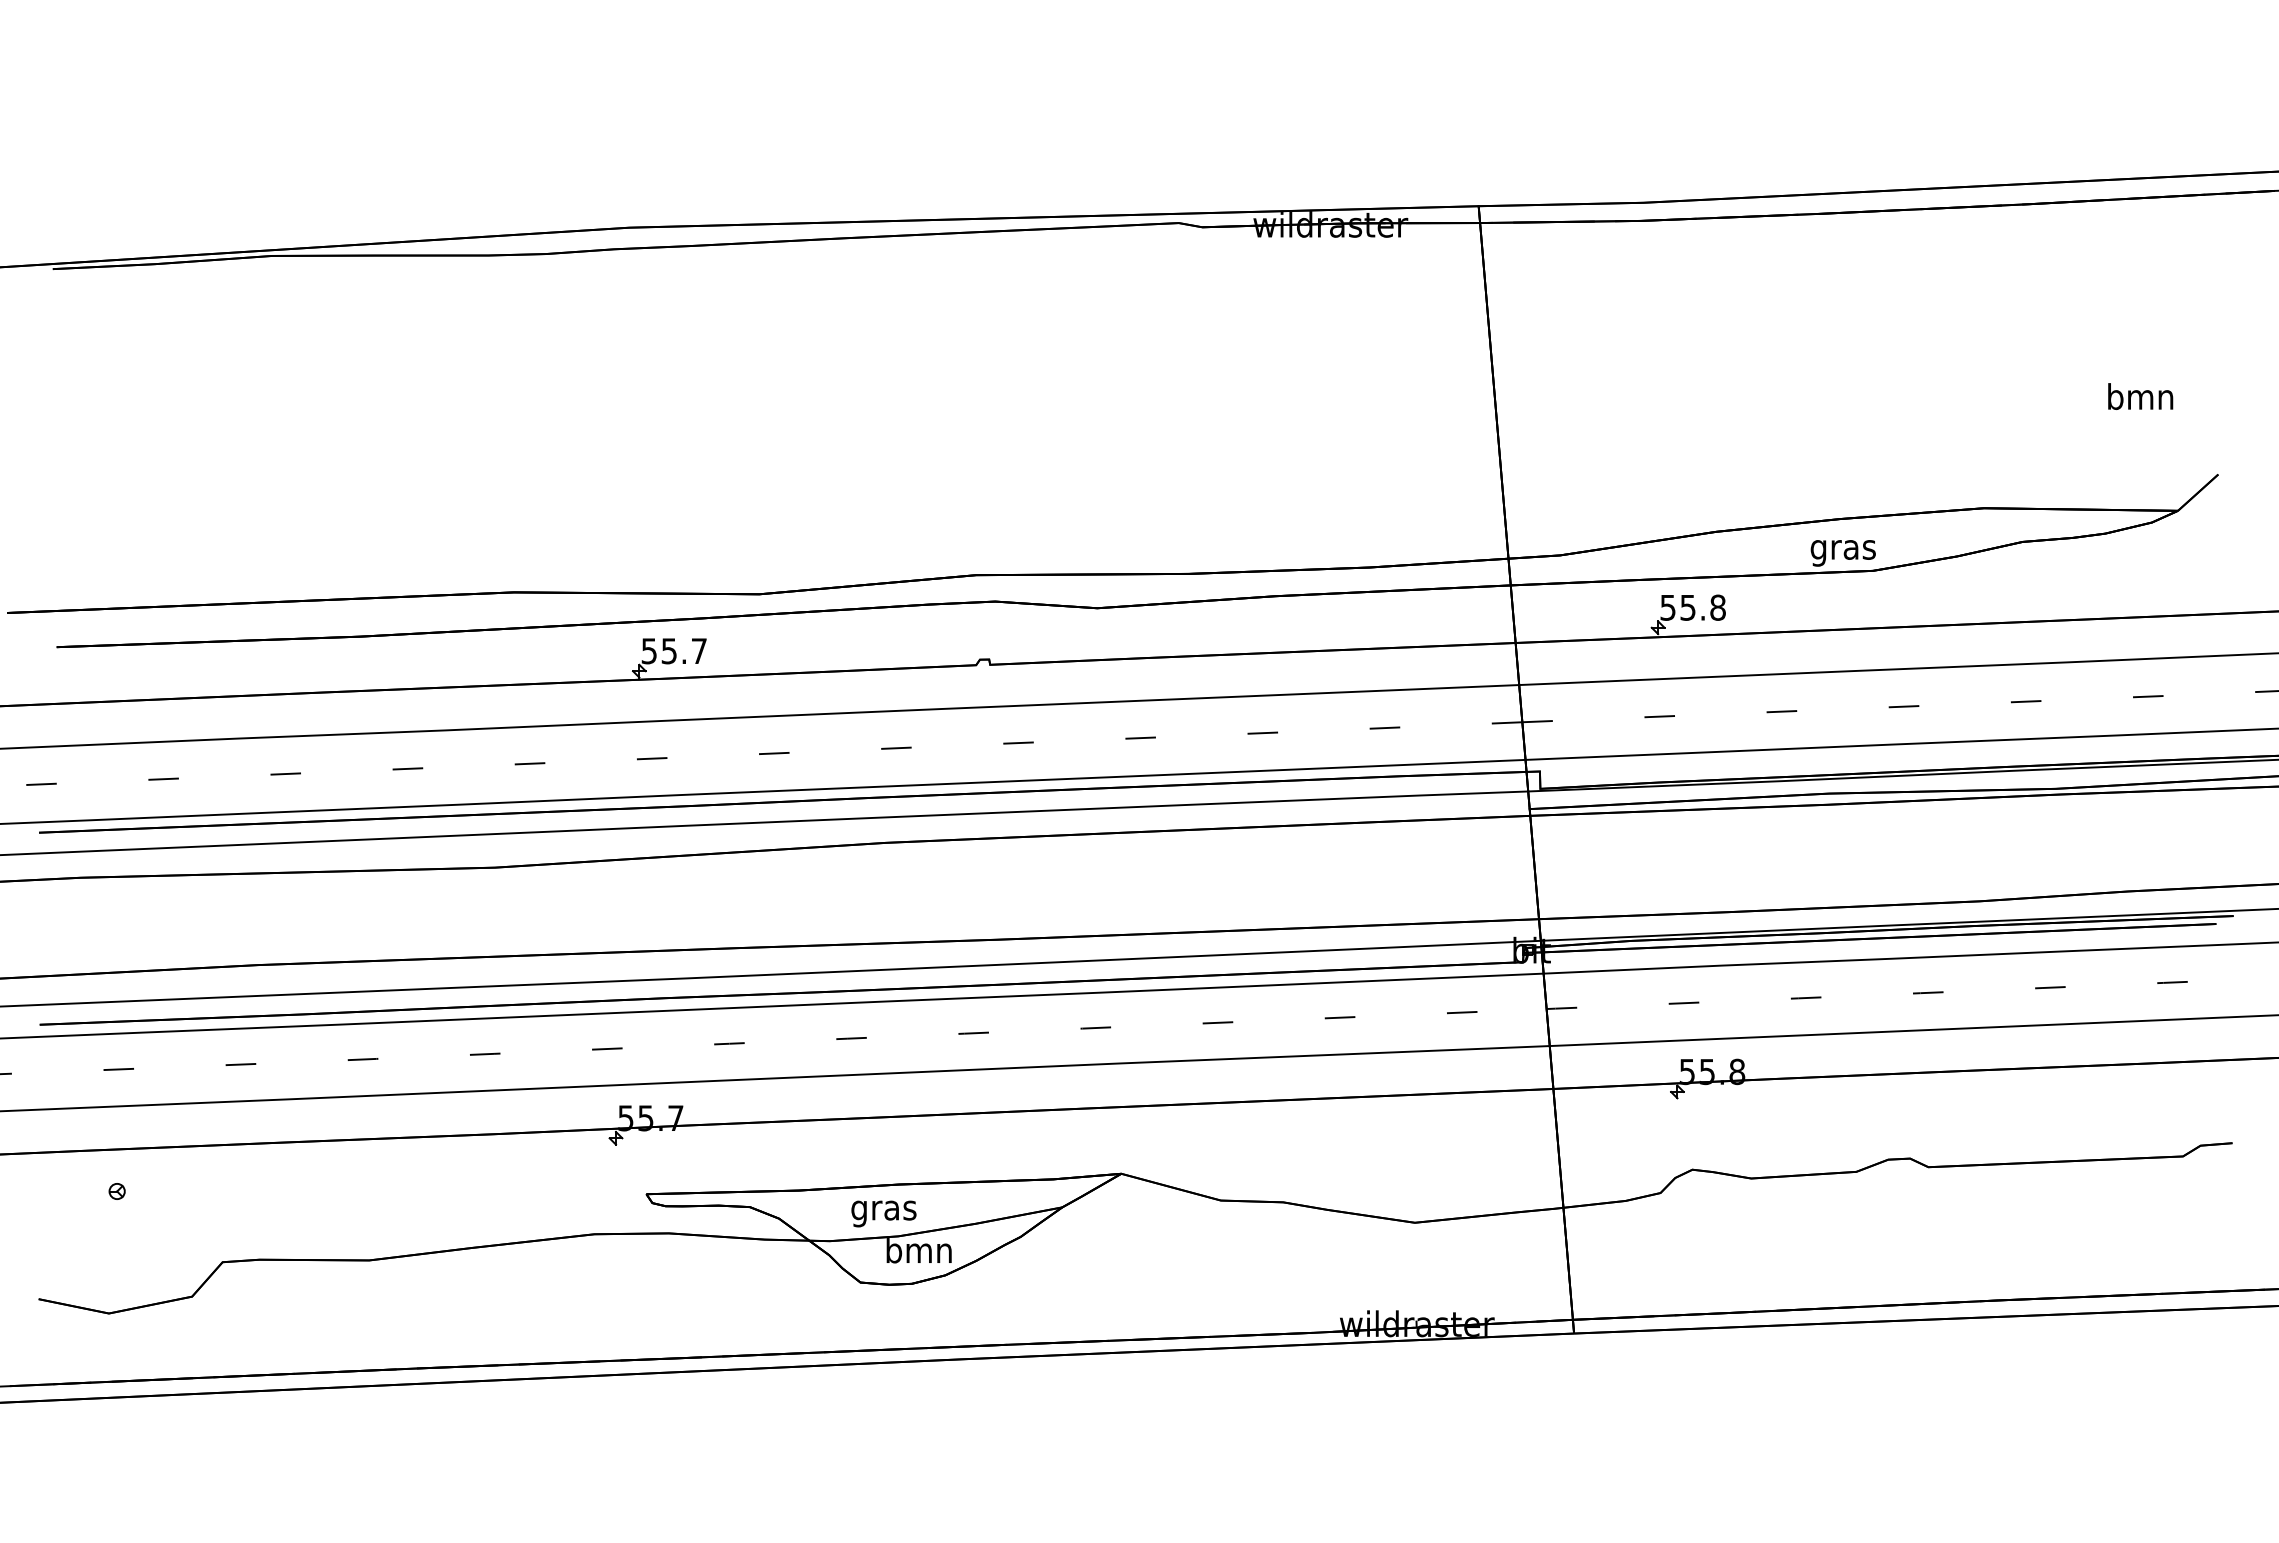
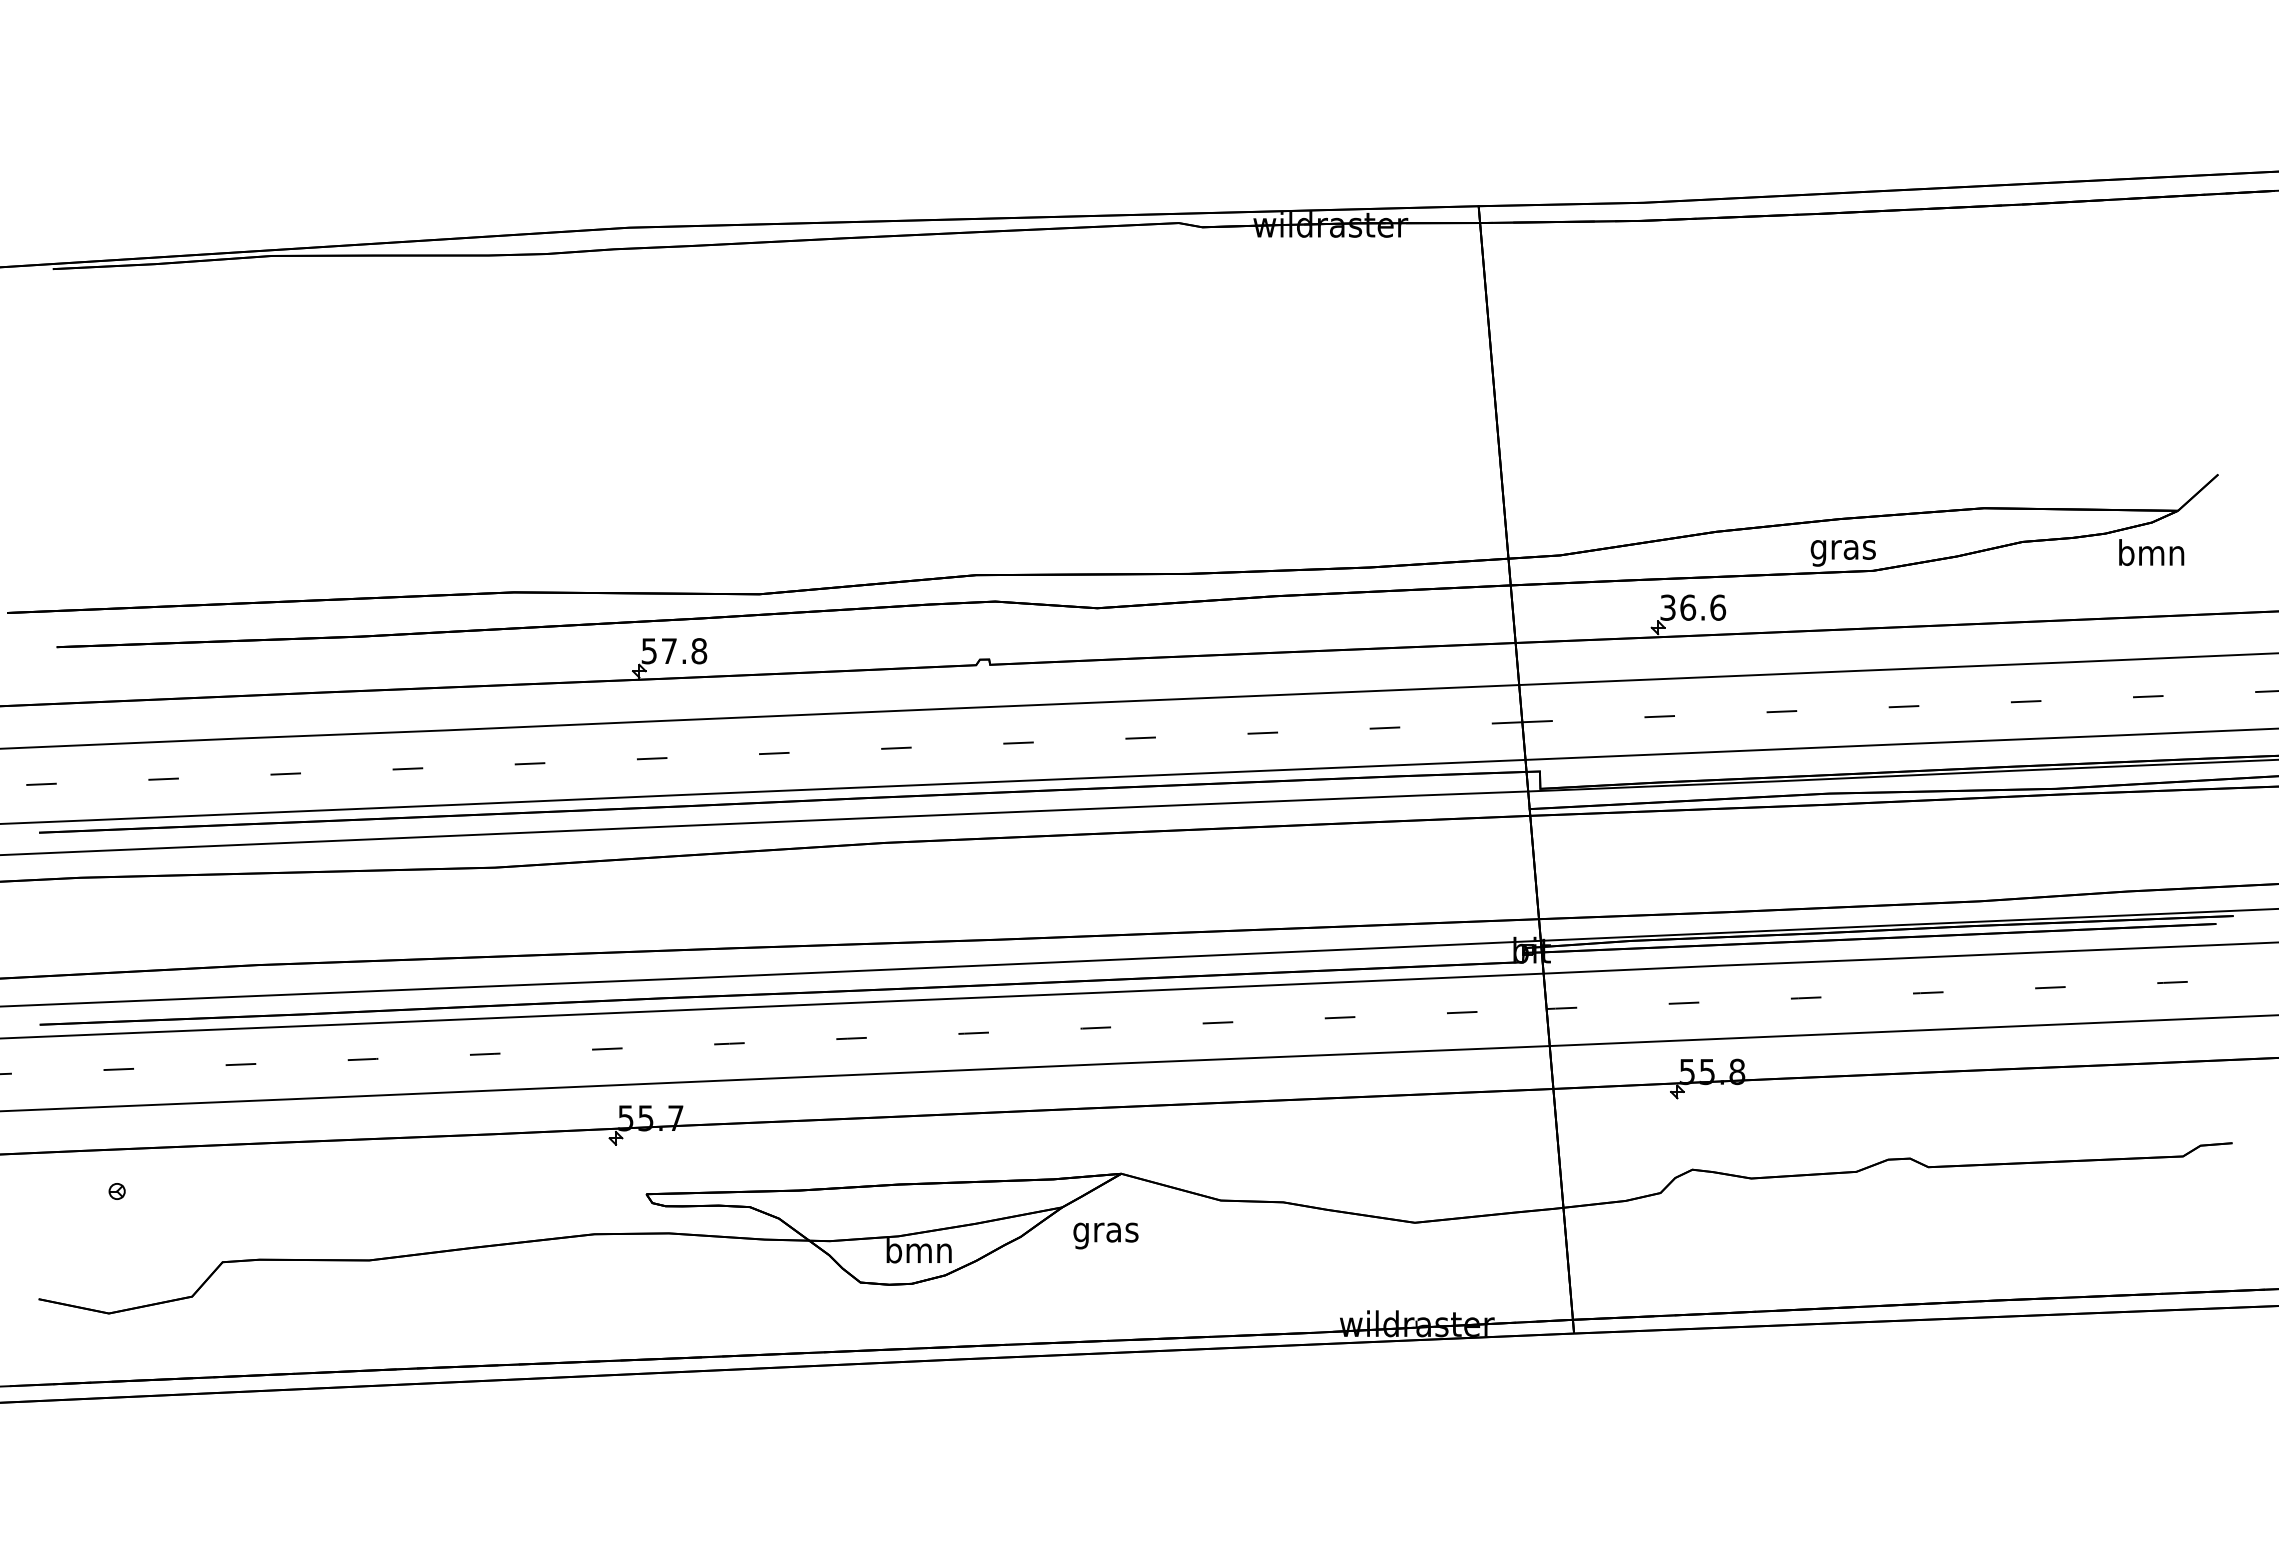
text at (2140, 396) position: (2140, 396) -> (2151, 552)
text at (1693, 607): 55.8 -> 36.6
text at (684, 651): 55.7 -> 57.8
text at (883, 1213) position: (883, 1213) -> (1105, 1235)
